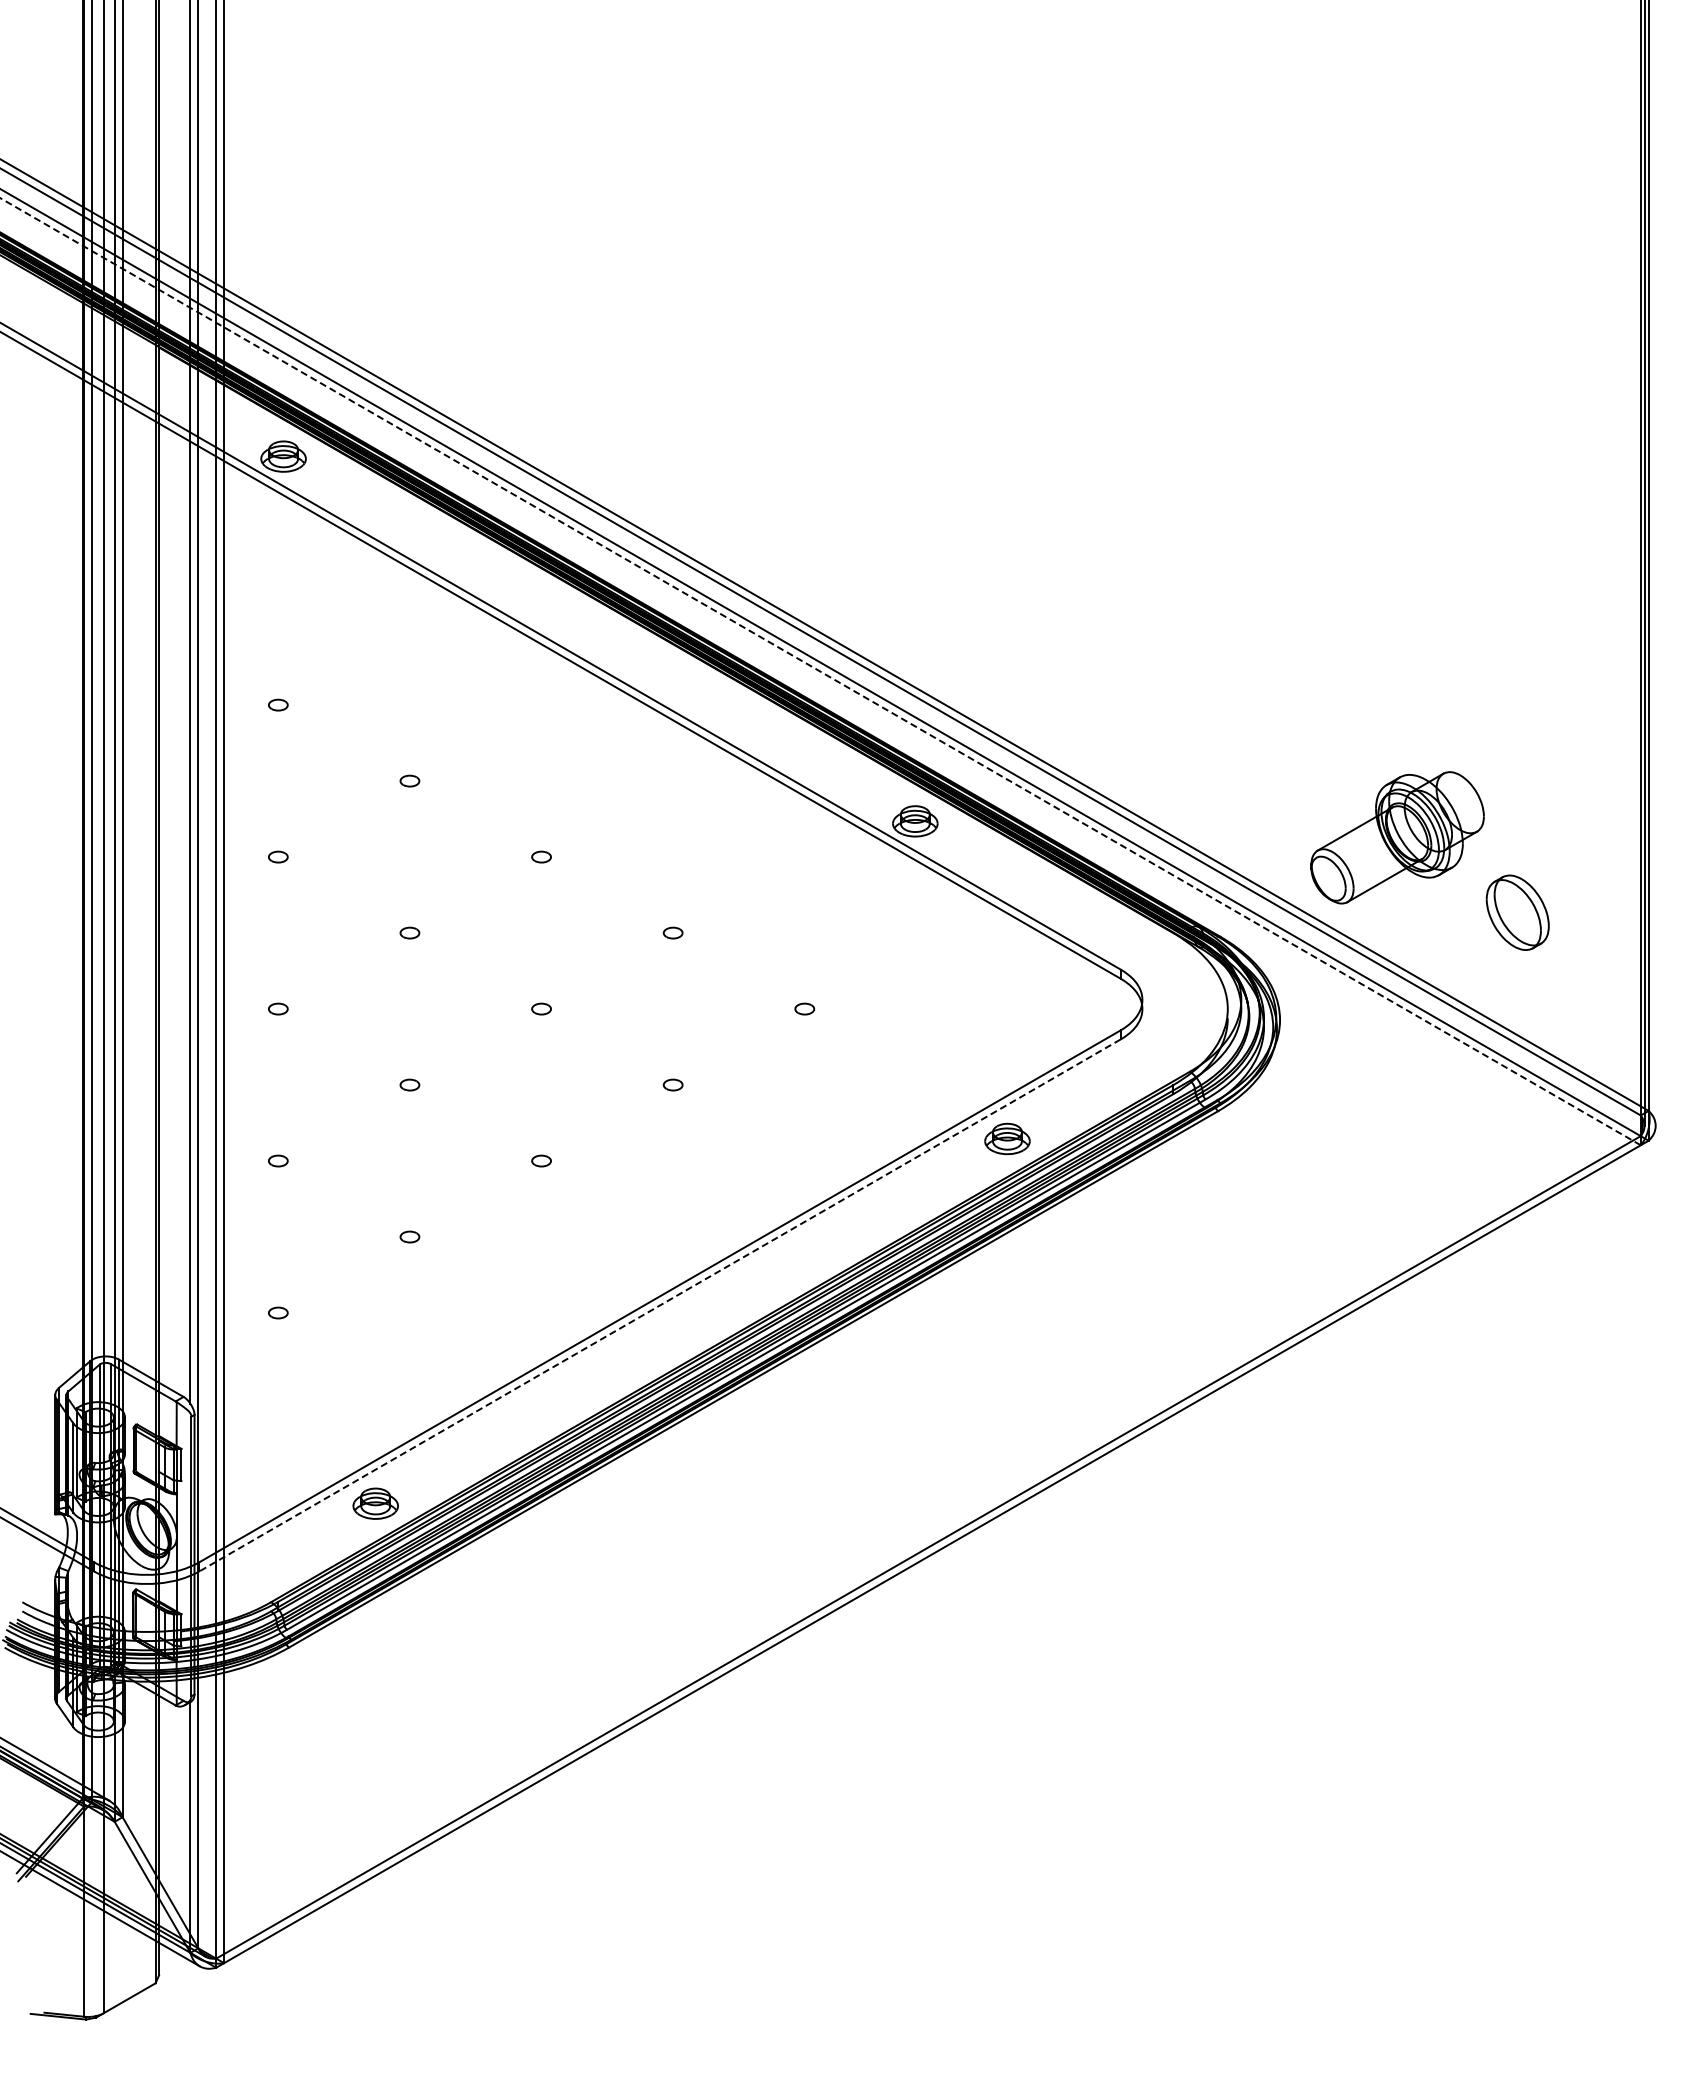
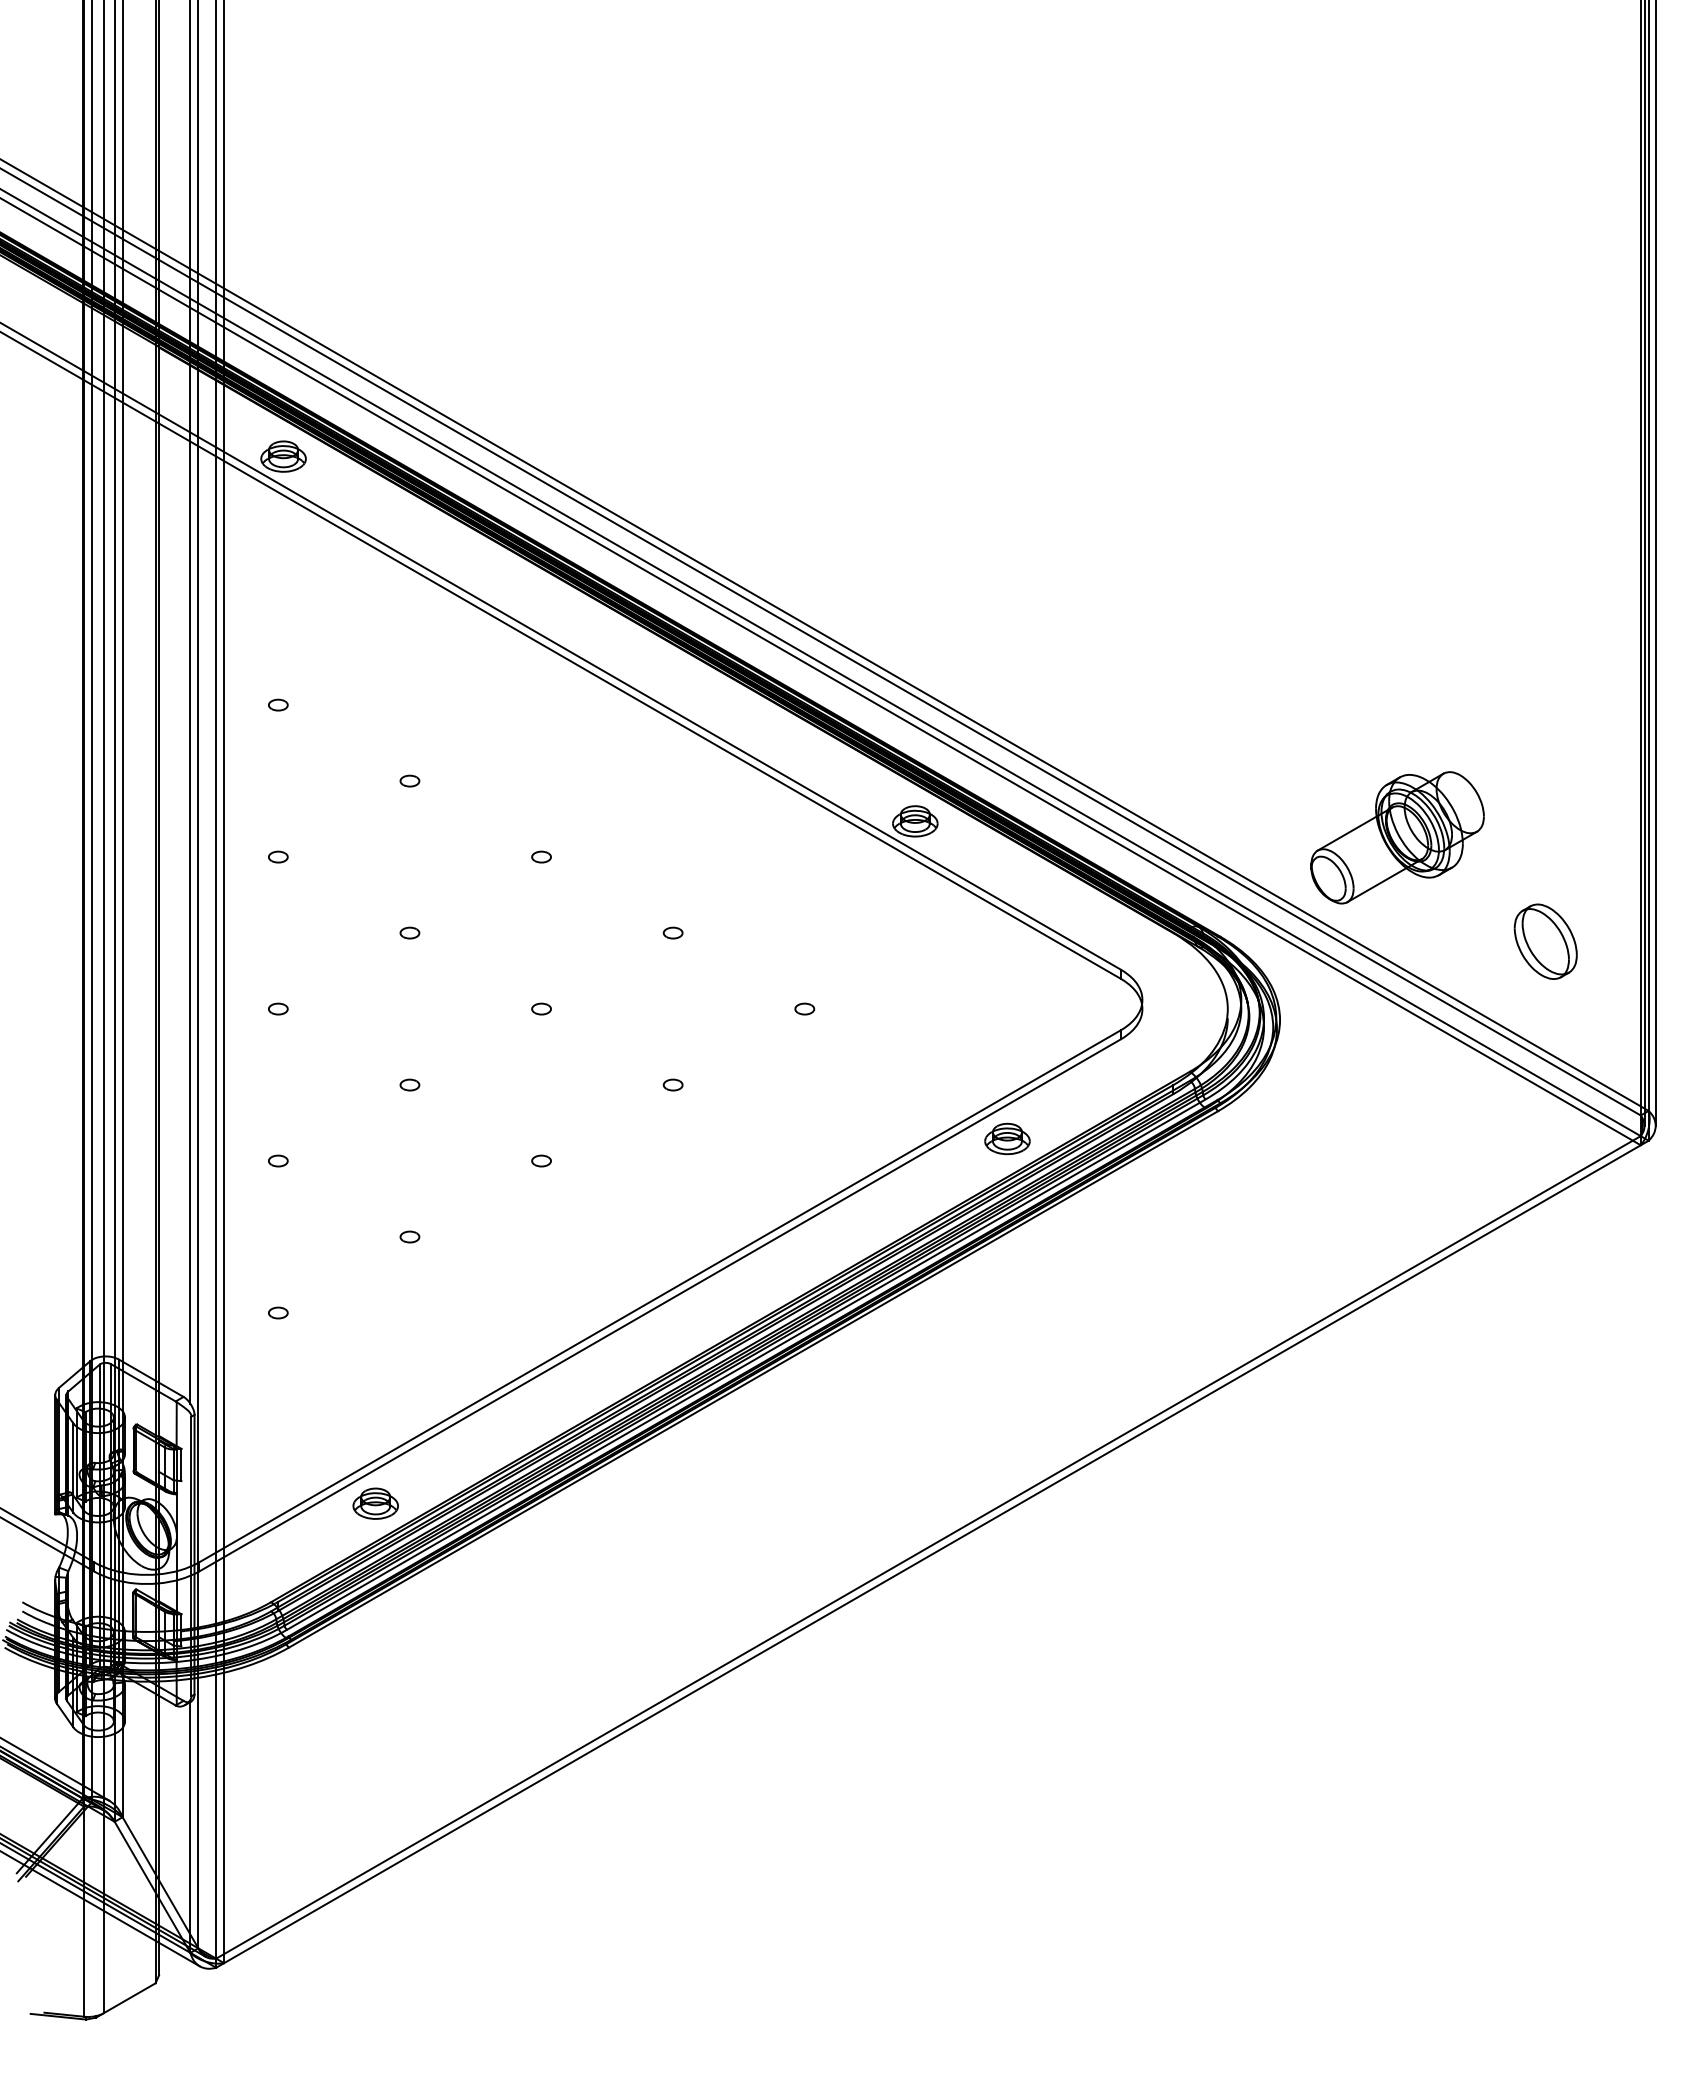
line at (1655, 563): none -> present
line at (819, 671): dashed -> solid
part at (1517, 912) position: (1517, 912) -> (1545, 941)
line at (660, 1305): dashed -> solid
